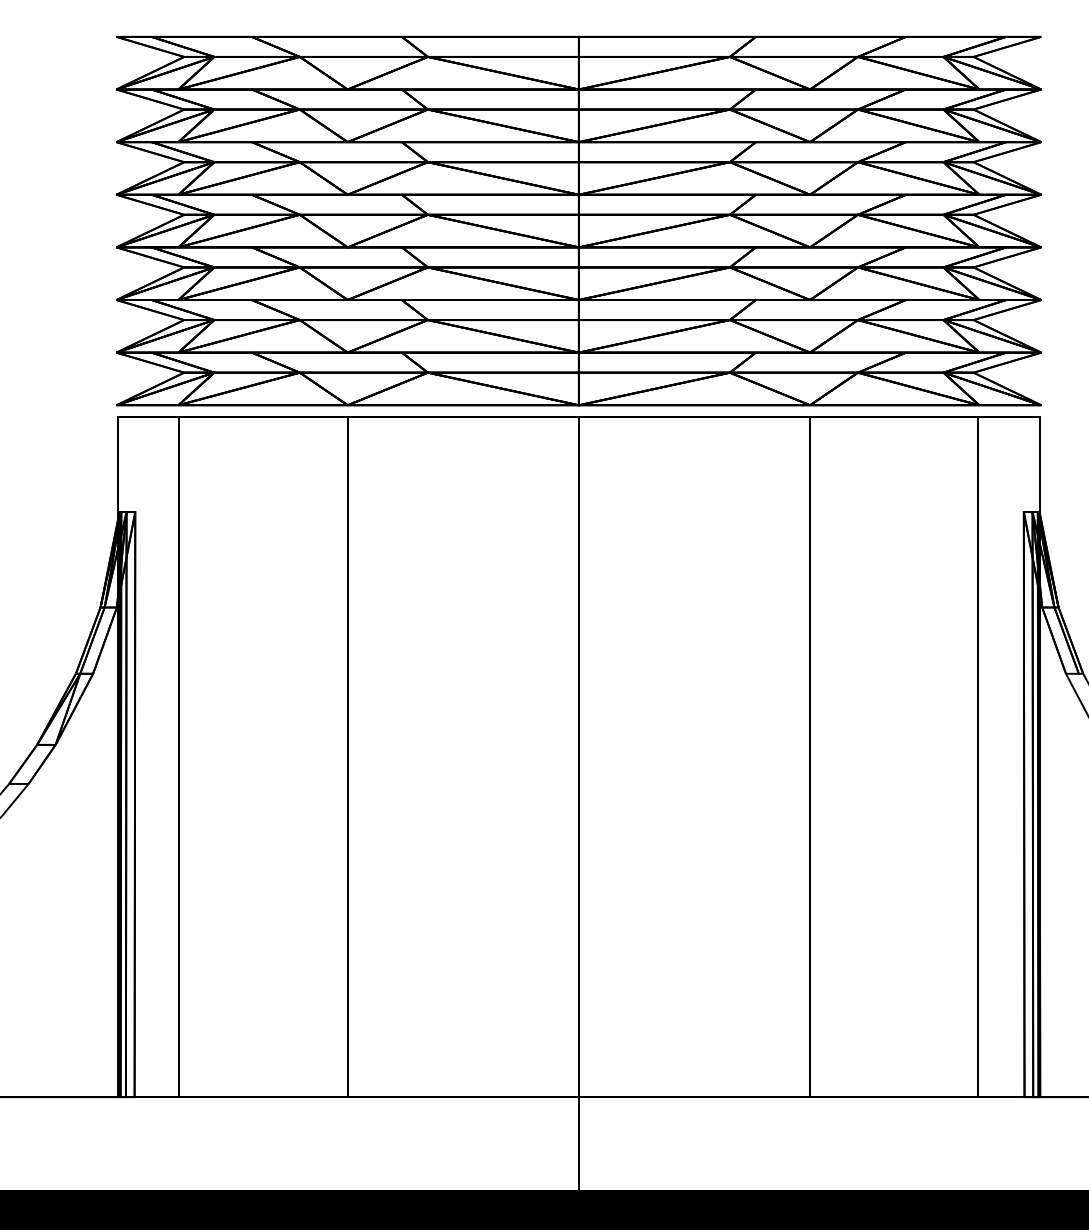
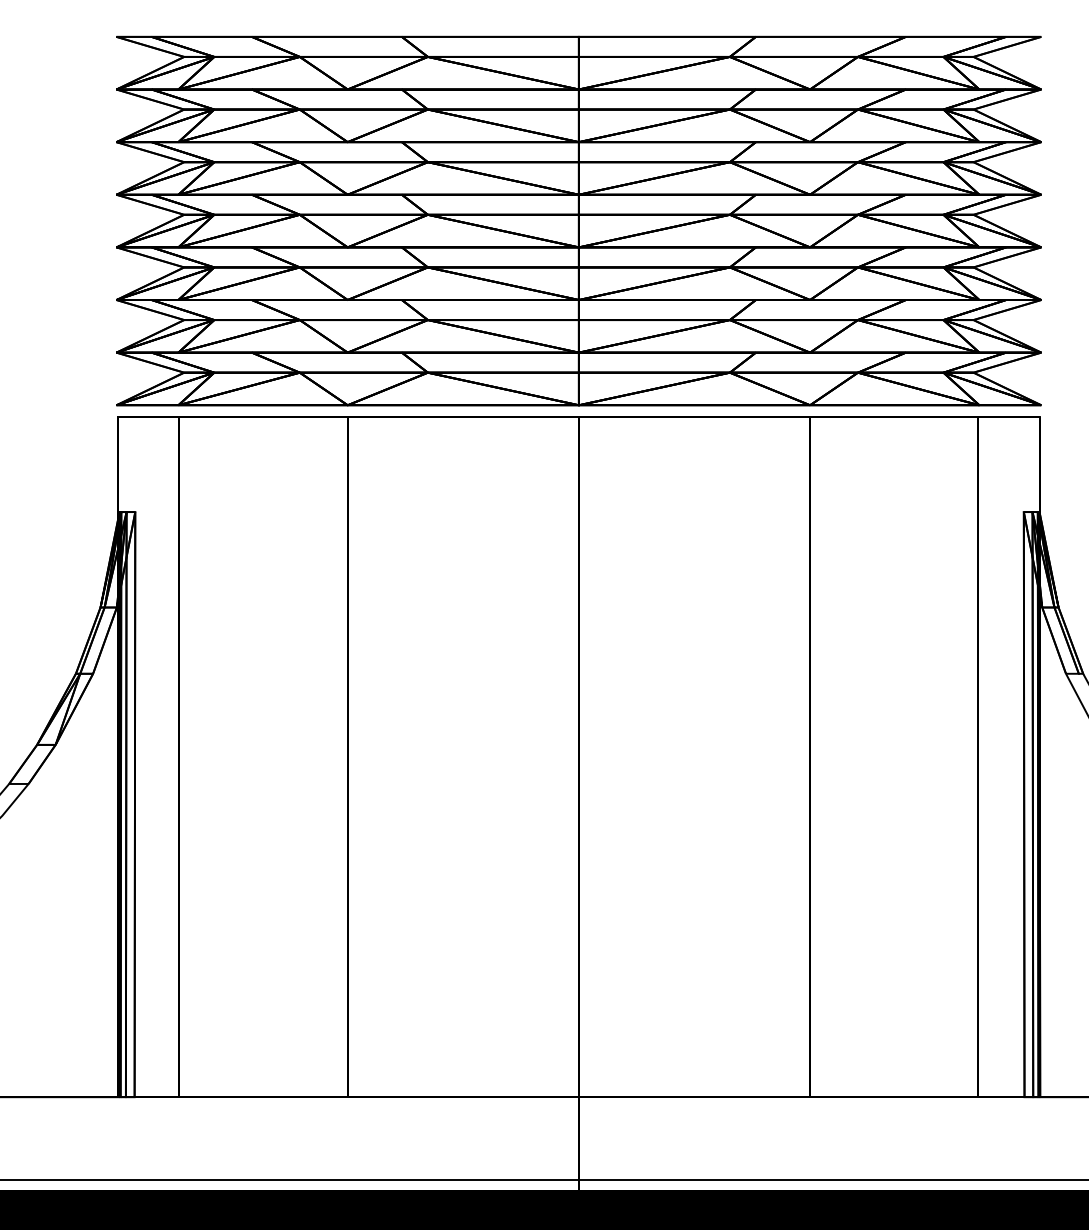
line at (543, 1180): none -> present
